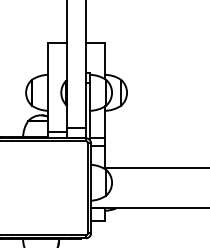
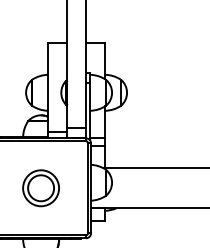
part at (40, 188): none -> present
